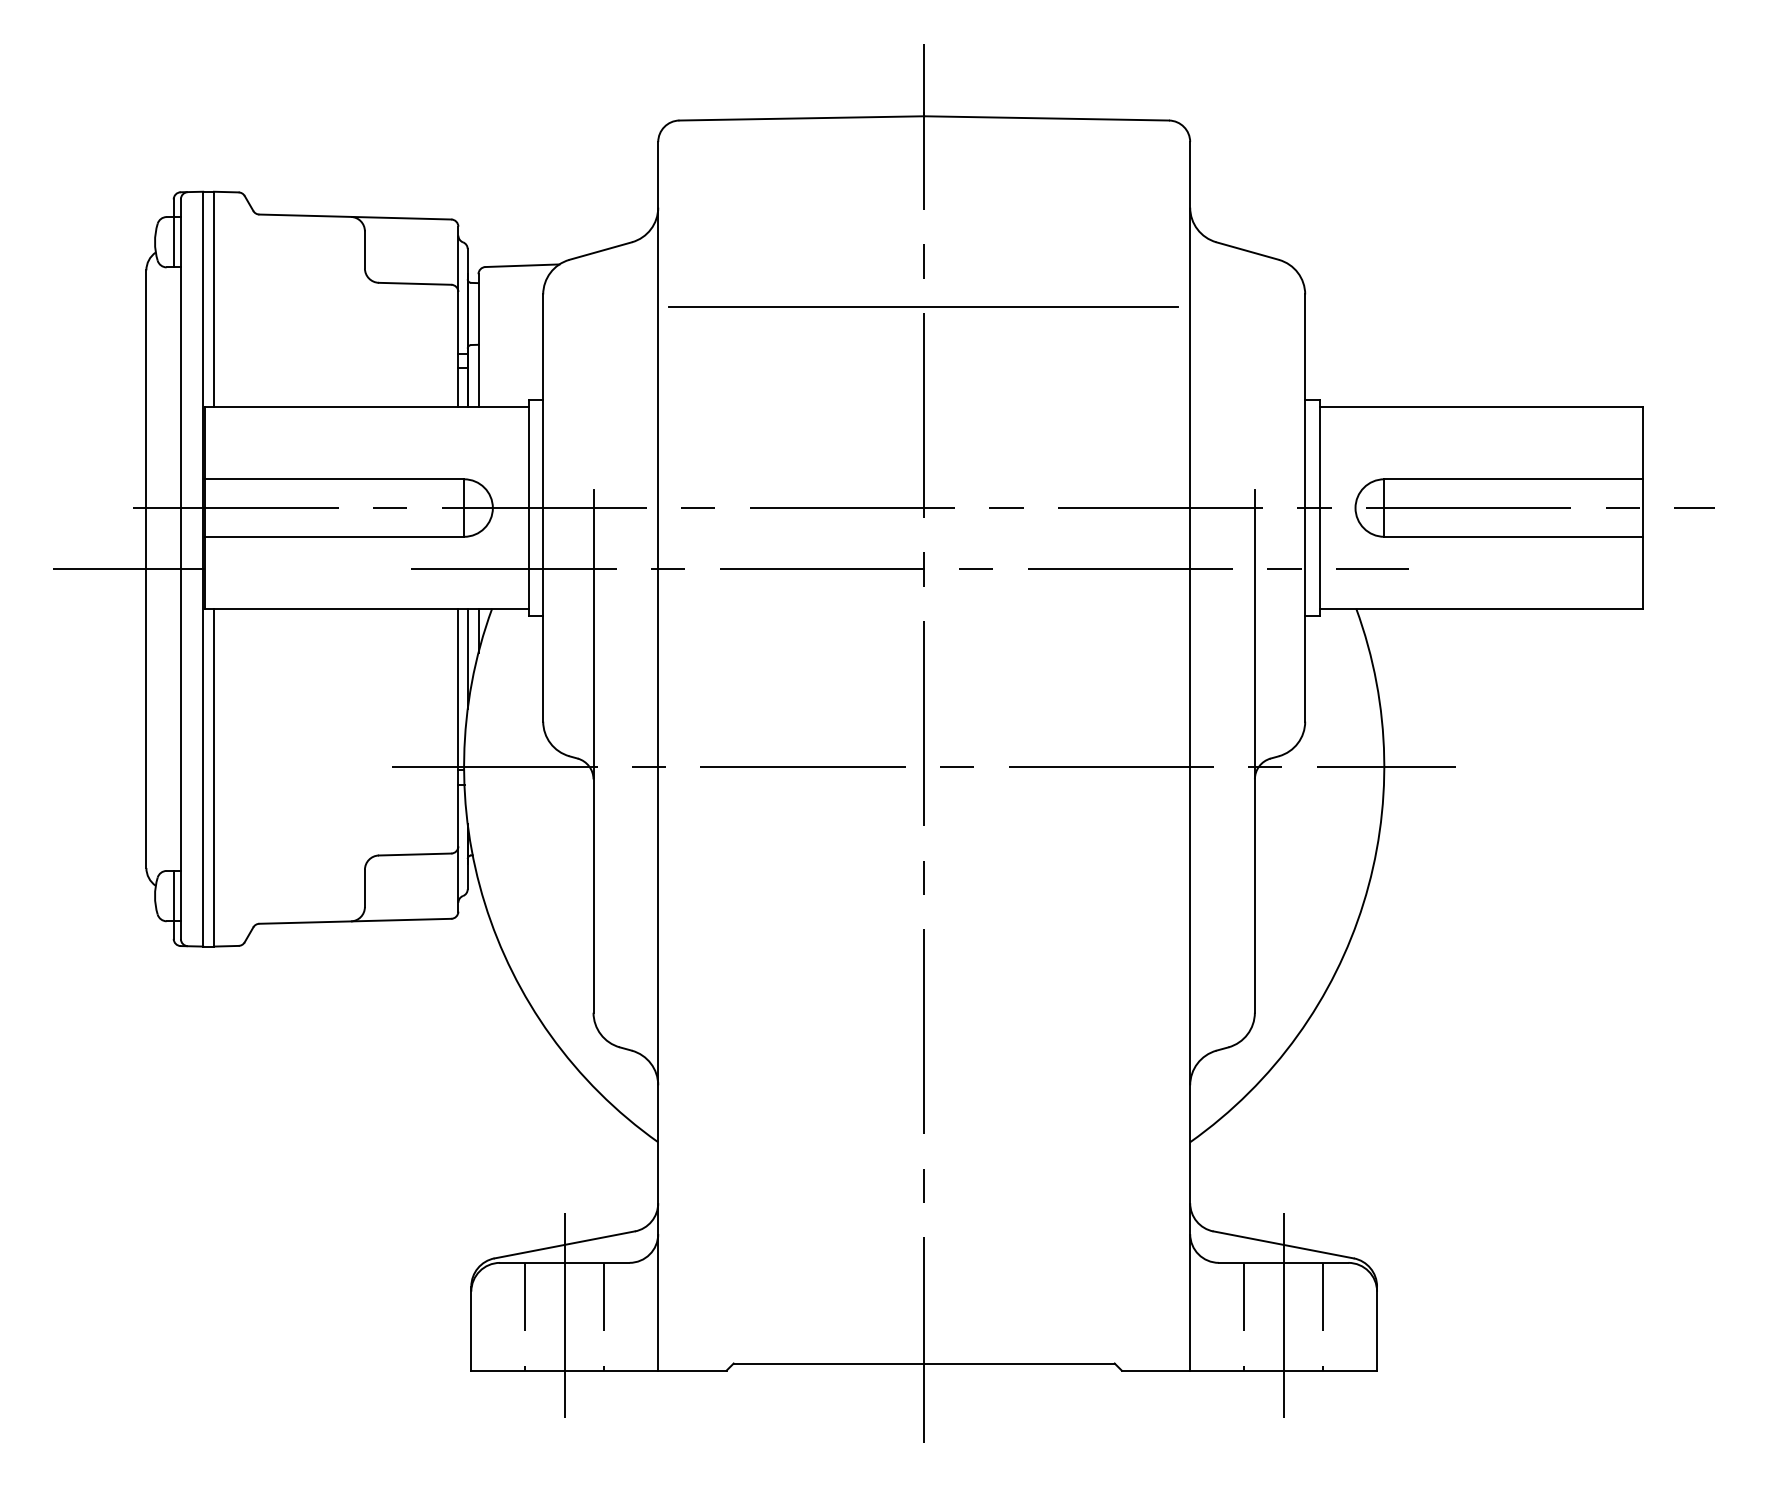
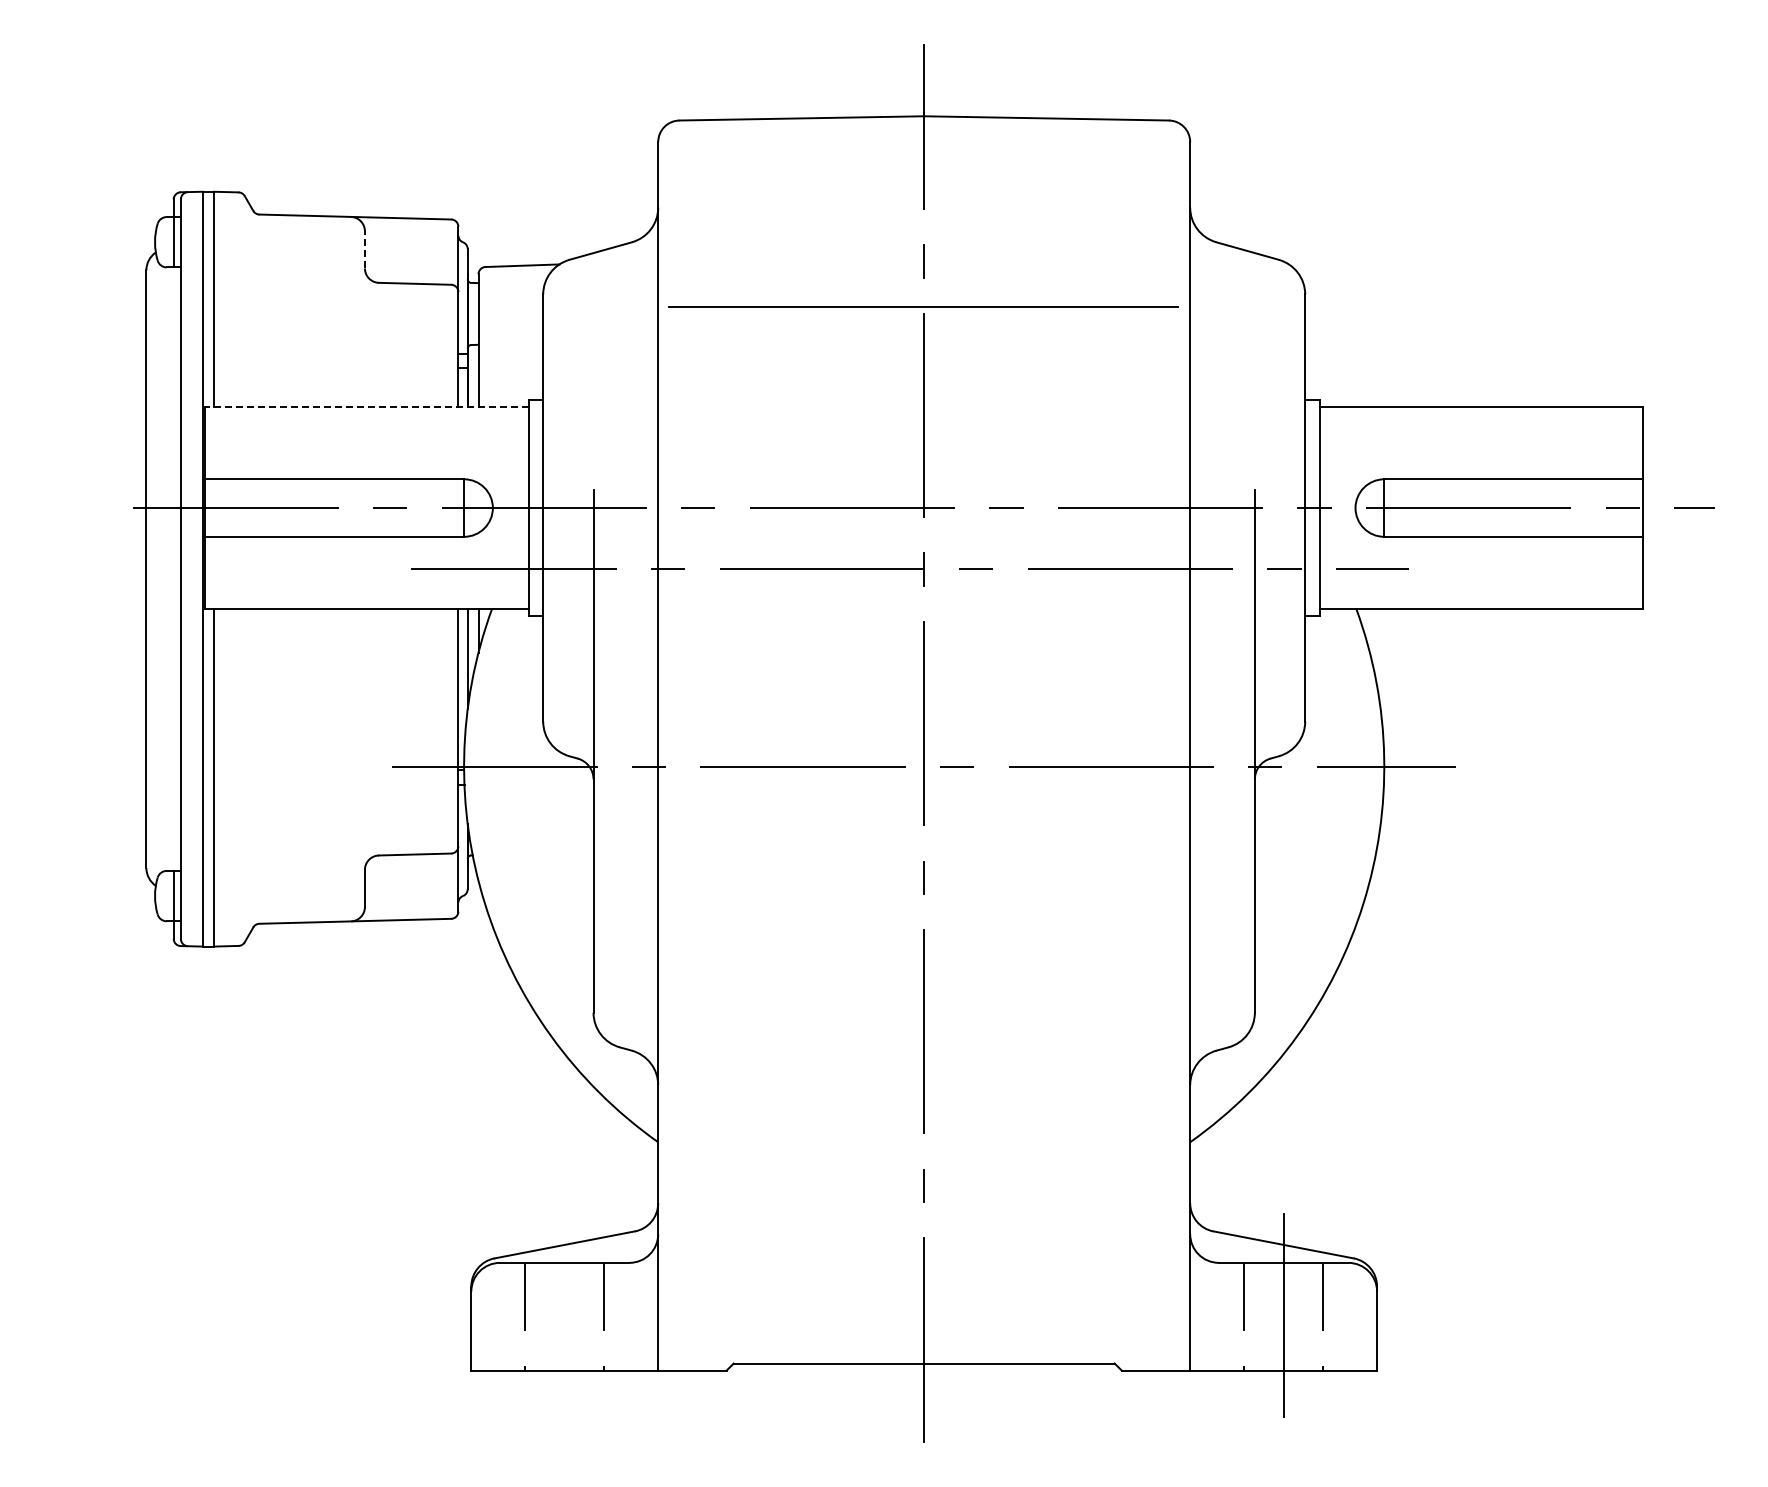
line at (364, 249): solid -> dashed
line at (367, 407): solid -> dashed
line at (129, 569): present -> none
line at (564, 1316): present -> none
